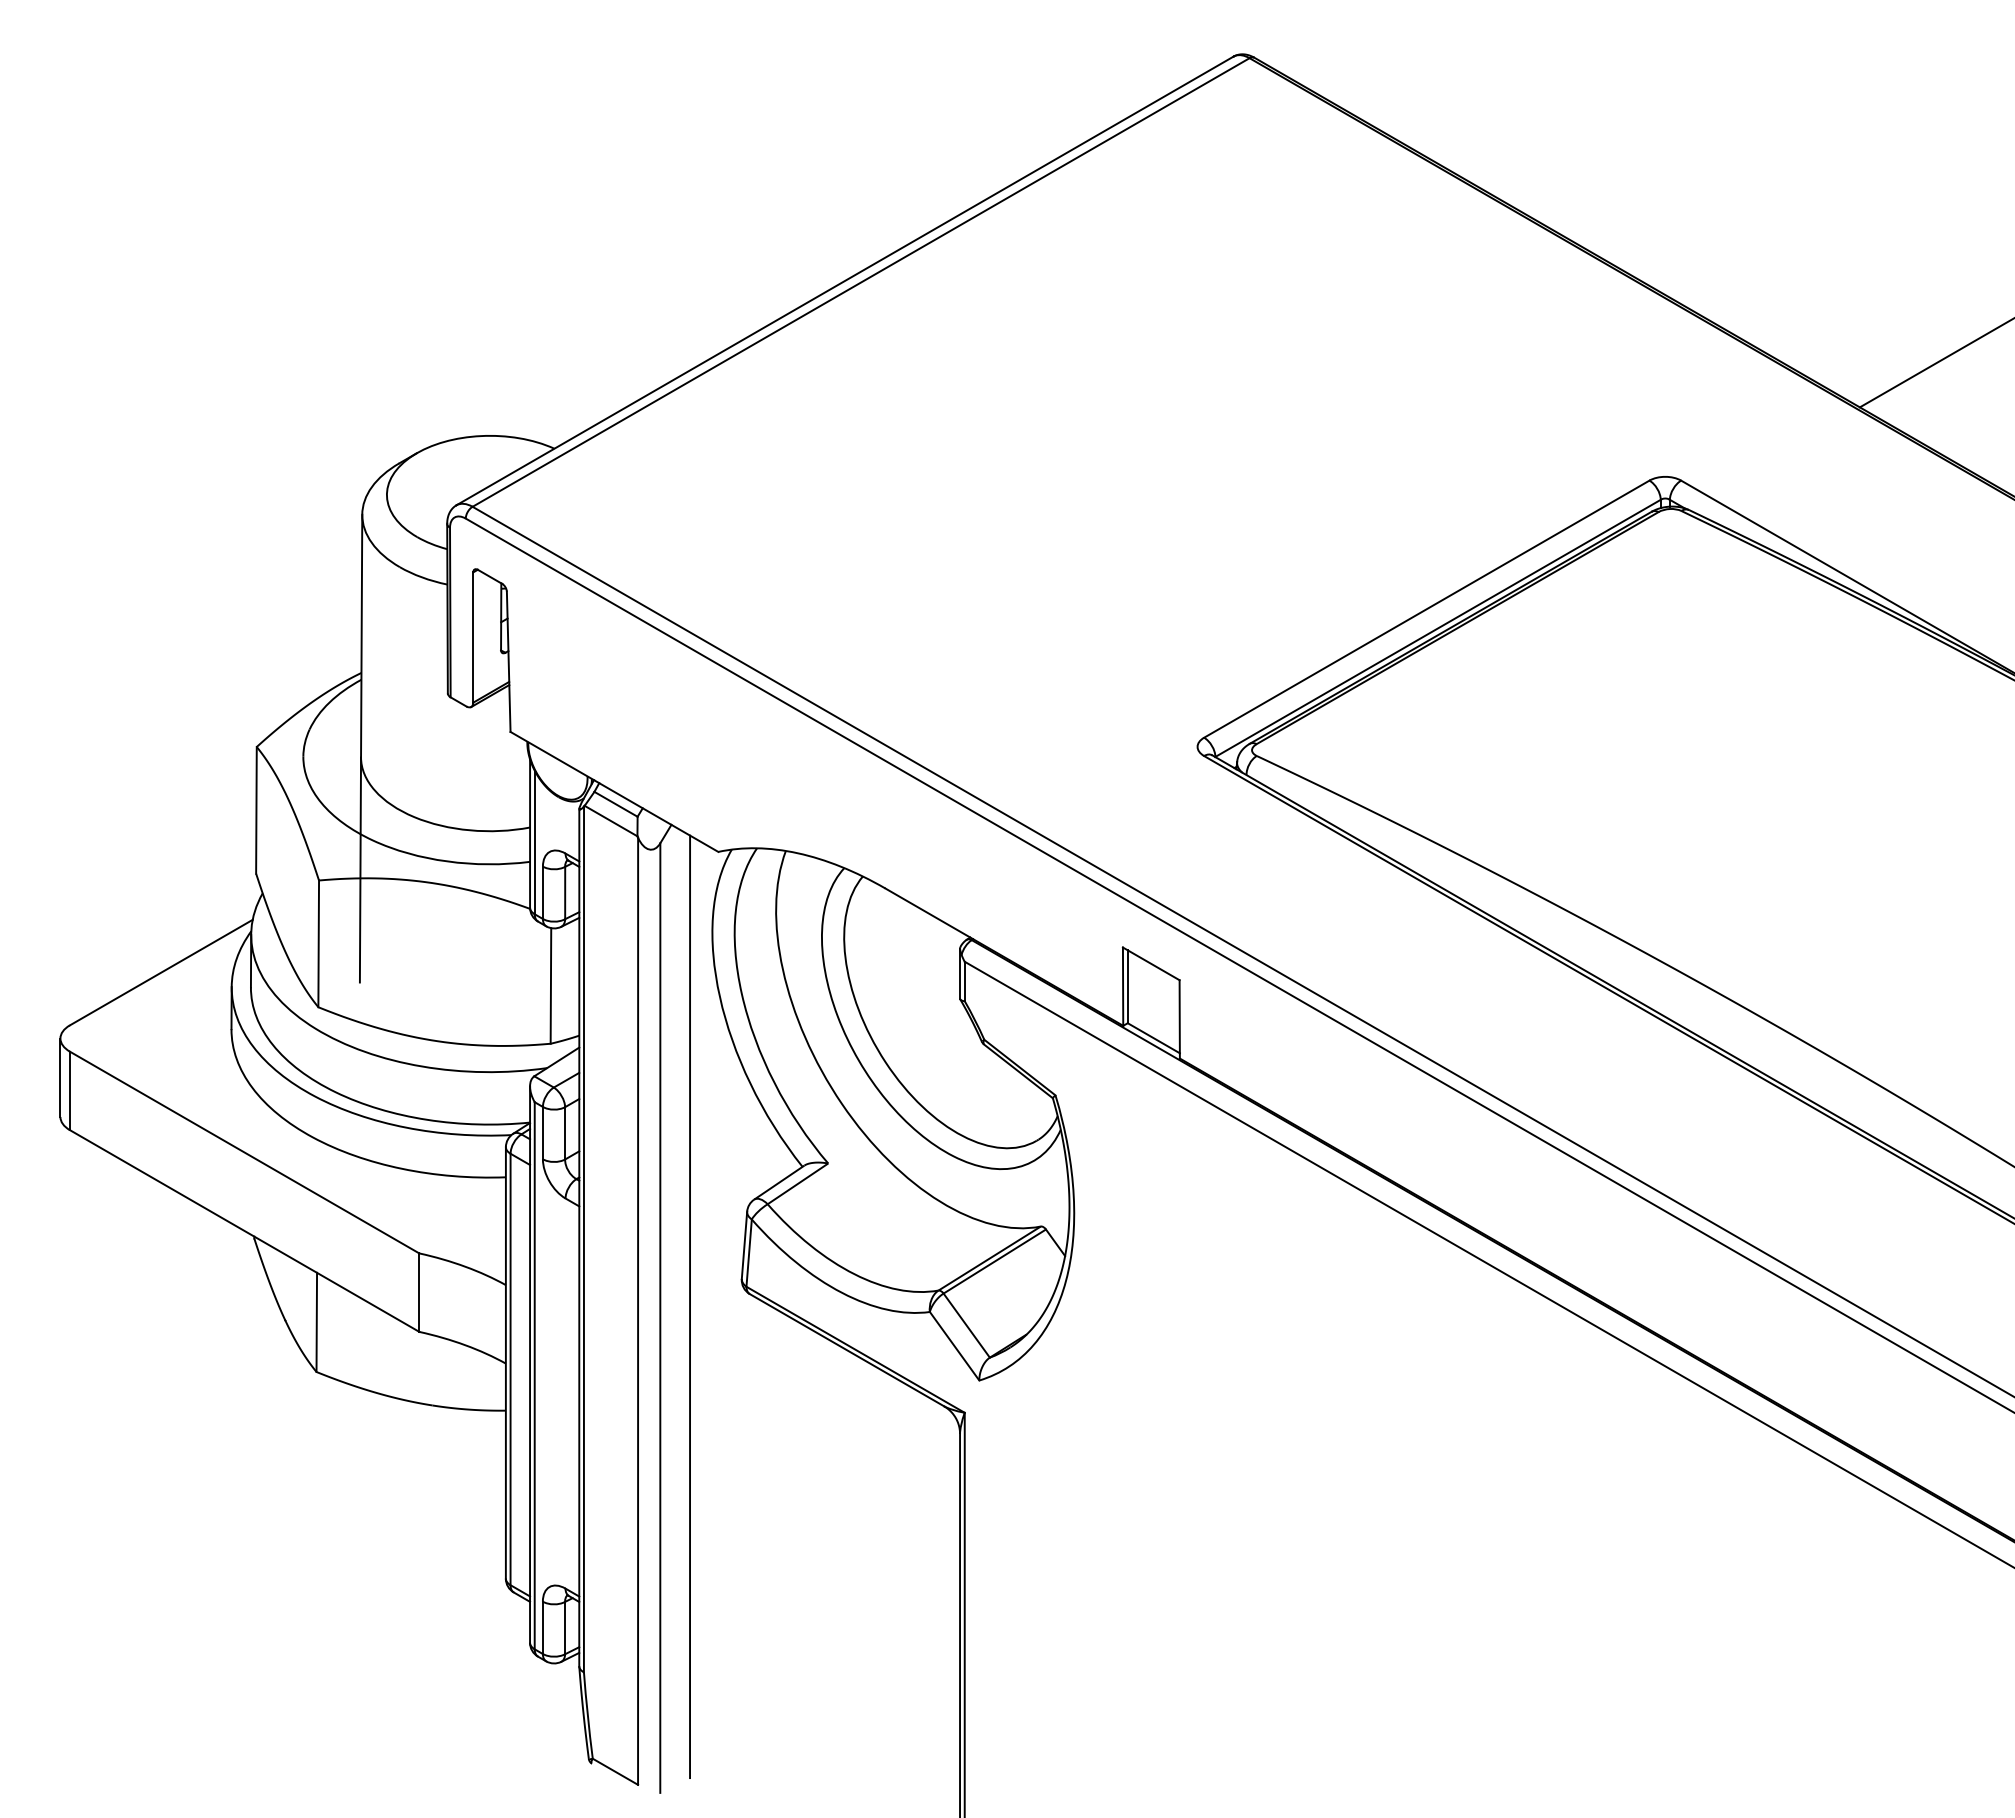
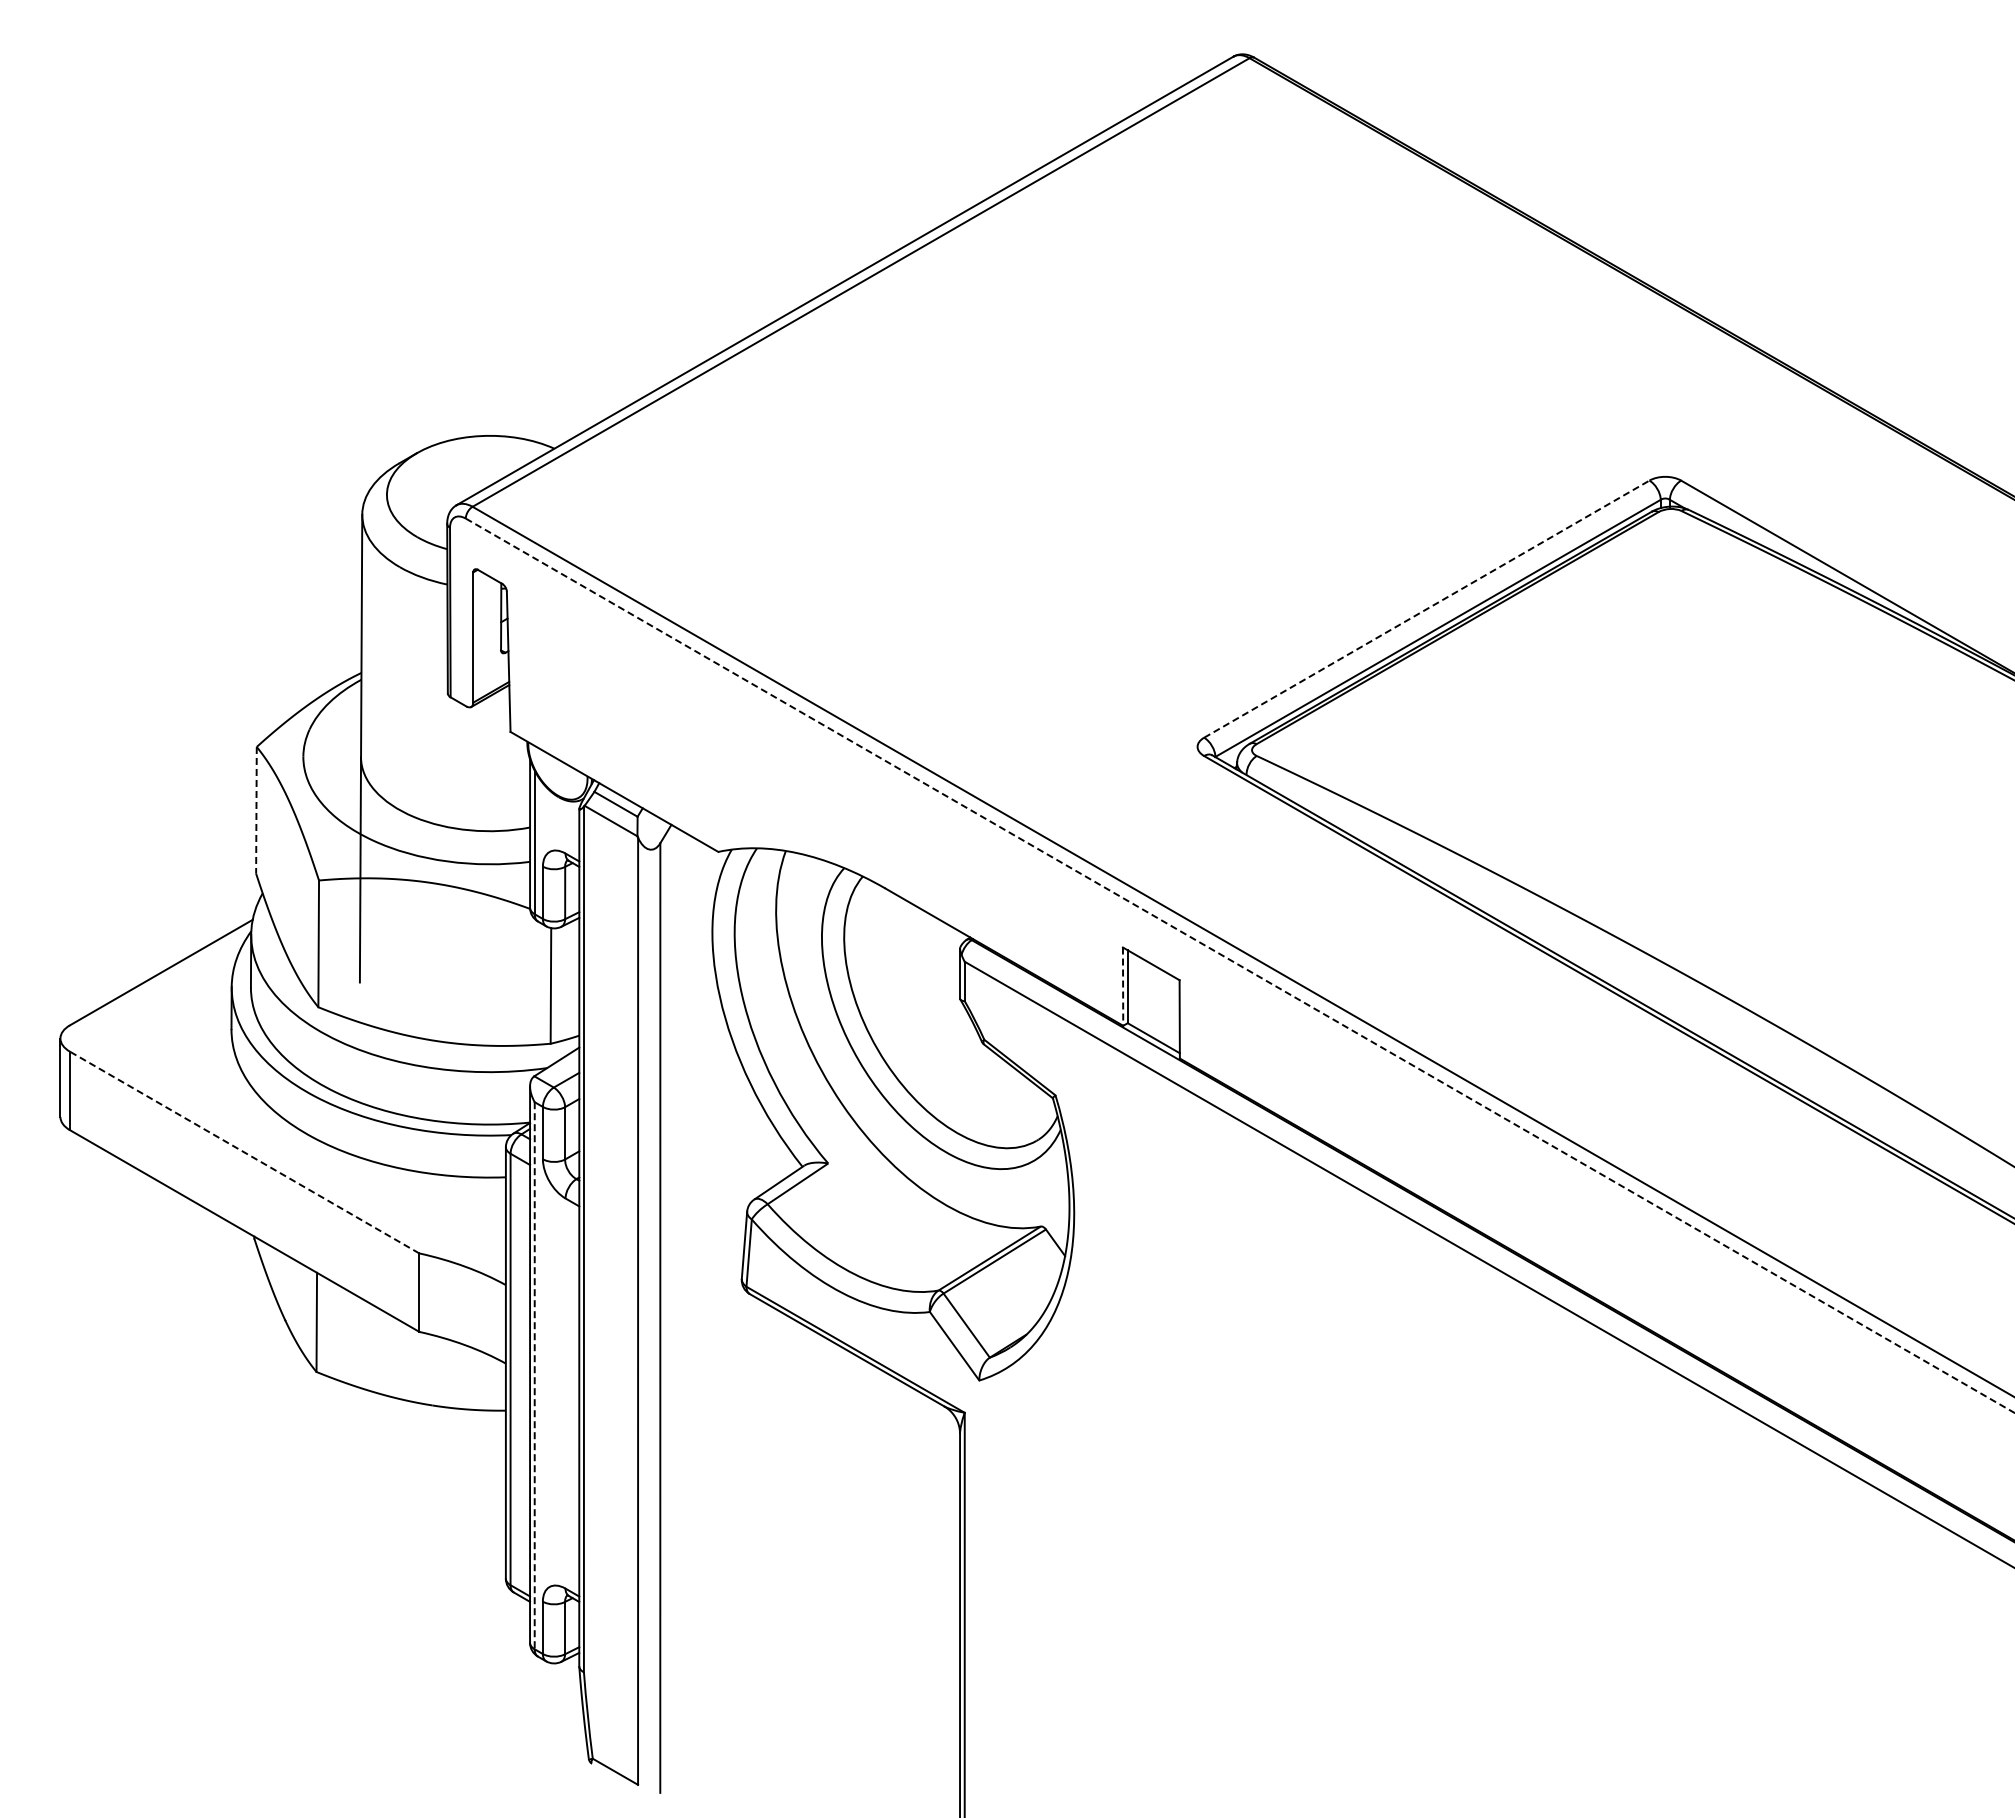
line at (1935, 363): present -> none
line at (1427, 608): solid -> dashed
line at (256, 810): solid -> dashed
line at (1240, 966): solid -> dashed
line at (1123, 987): solid -> dashed
line at (244, 1152): solid -> dashed
line at (690, 1306): present -> none
line at (534, 1375): solid -> dashed
